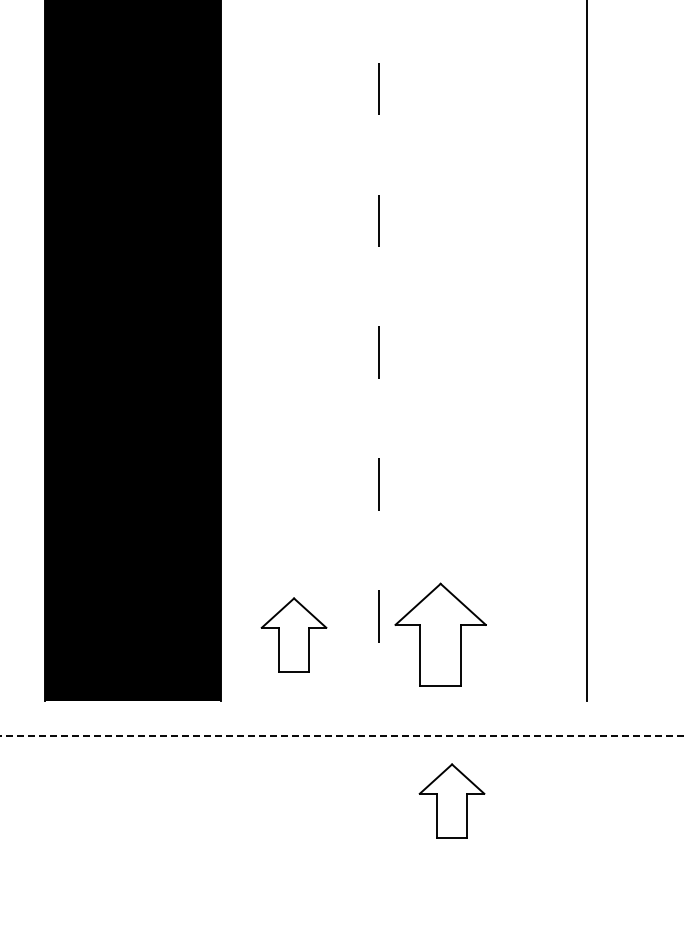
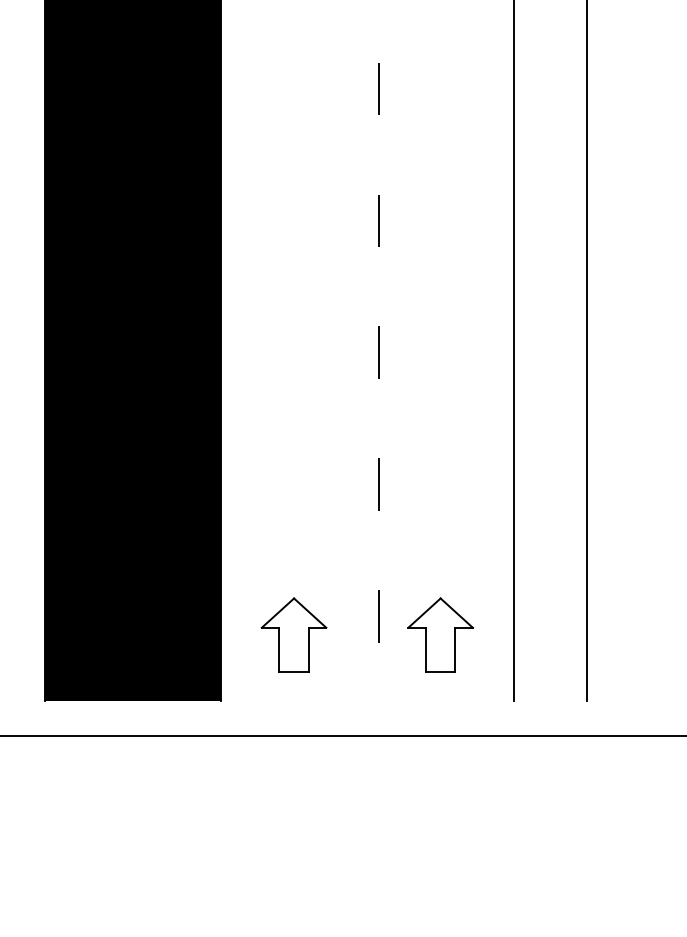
line at (513, 351): none -> present
part at (440, 634) size: 93x105 px -> 67x76 px
line at (343, 736): dashed -> solid
part at (451, 800): present -> none
